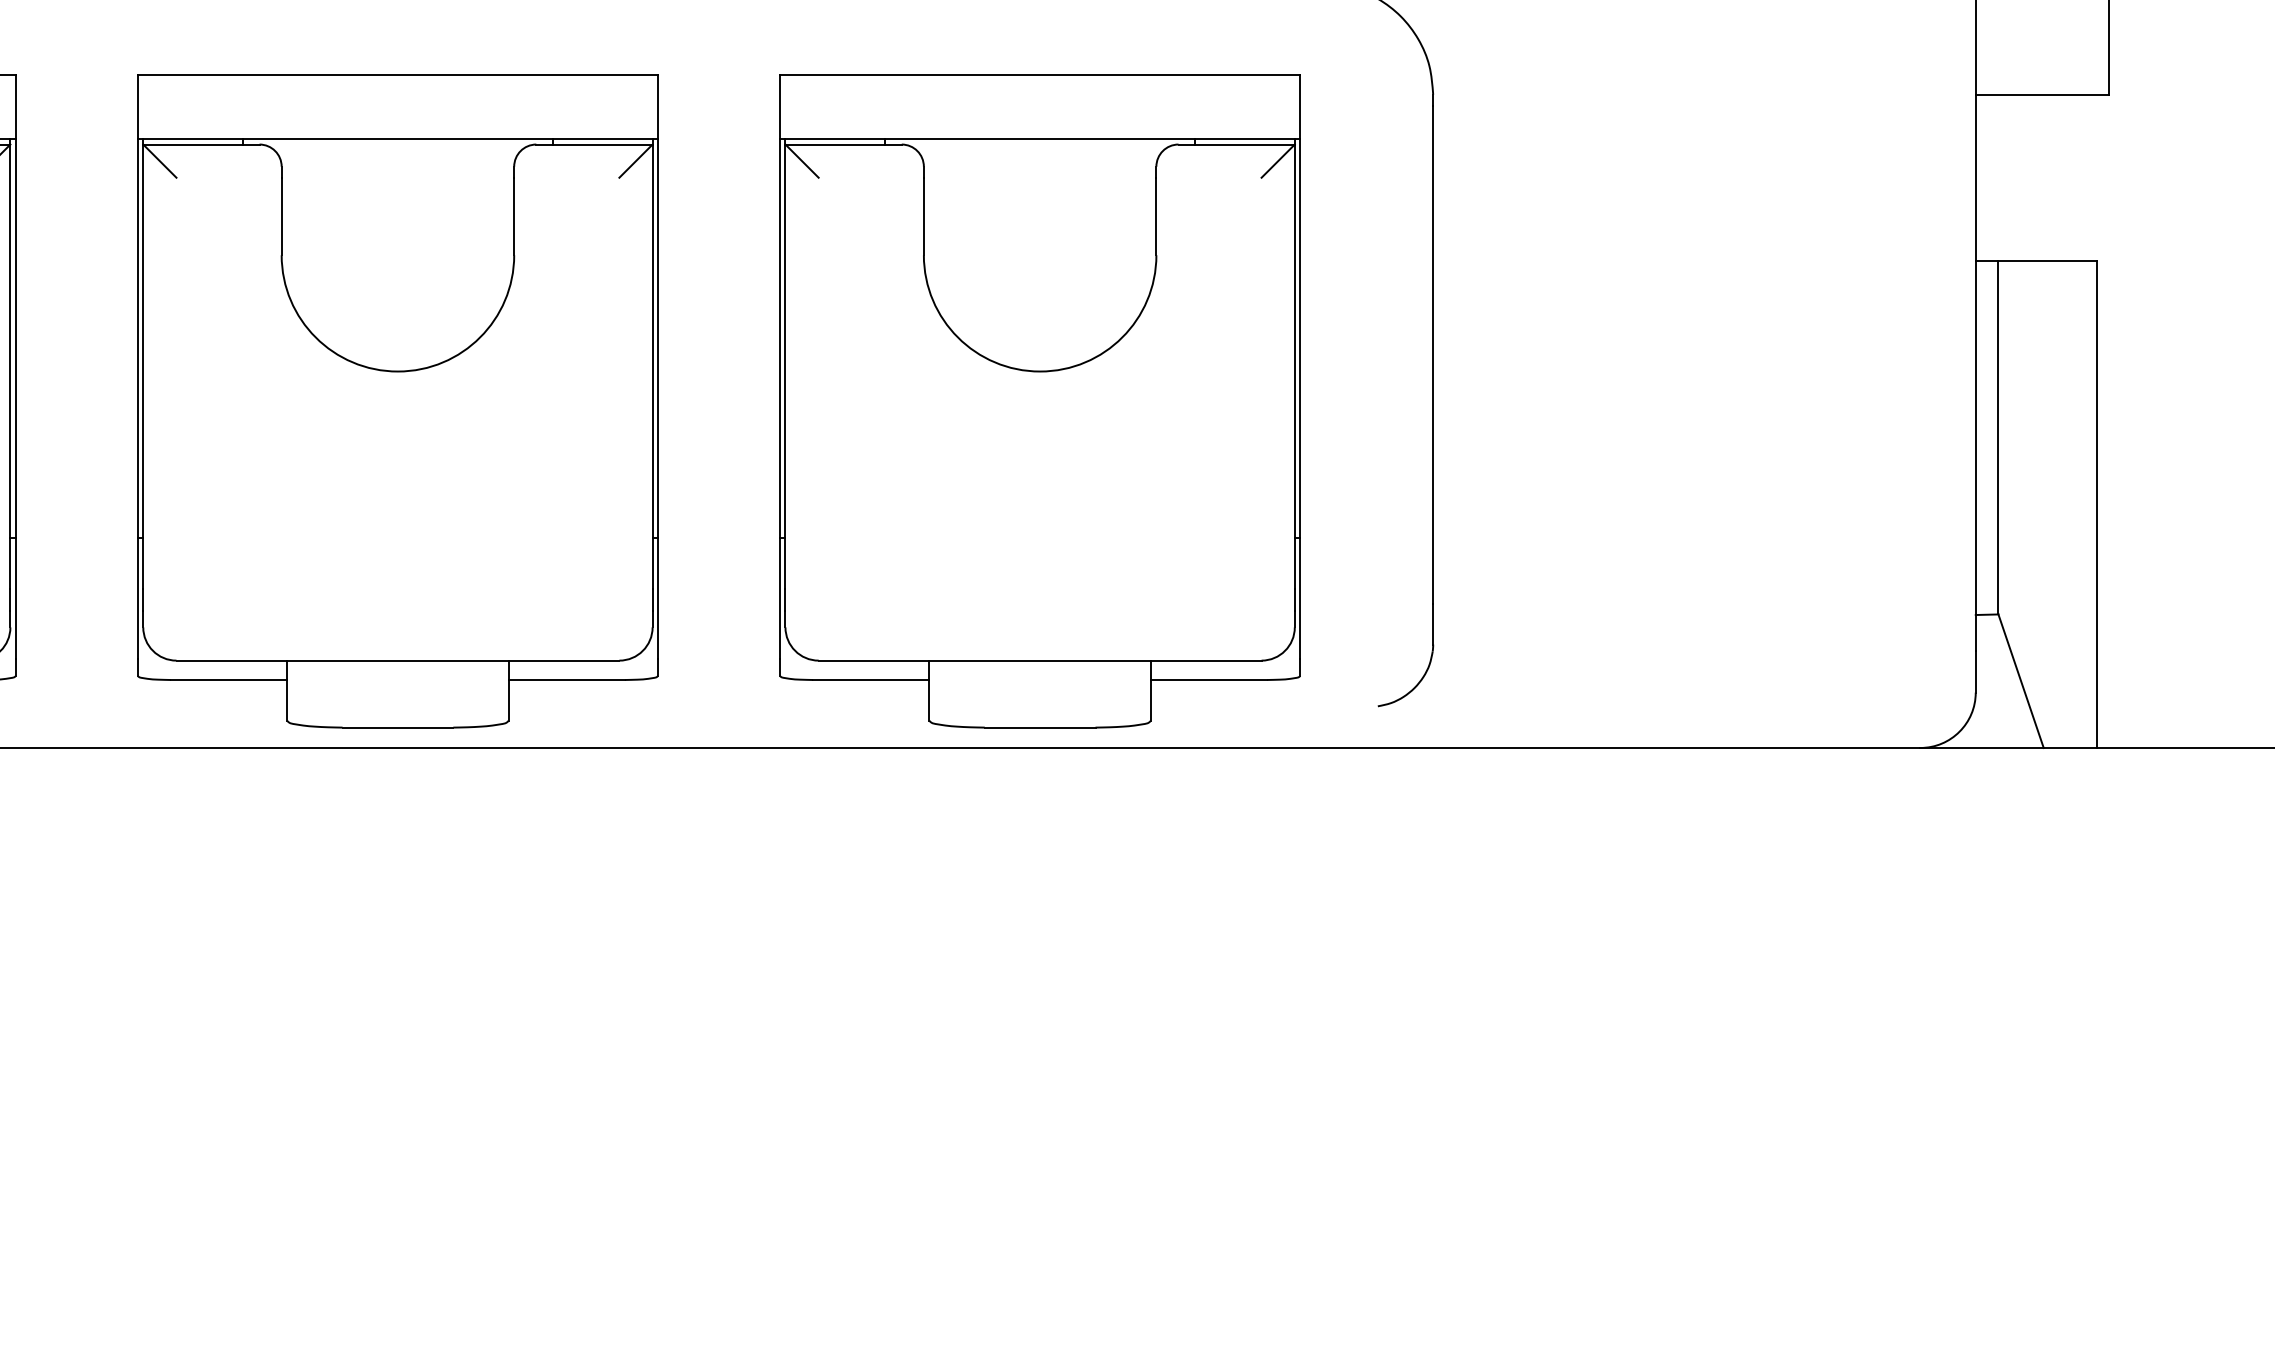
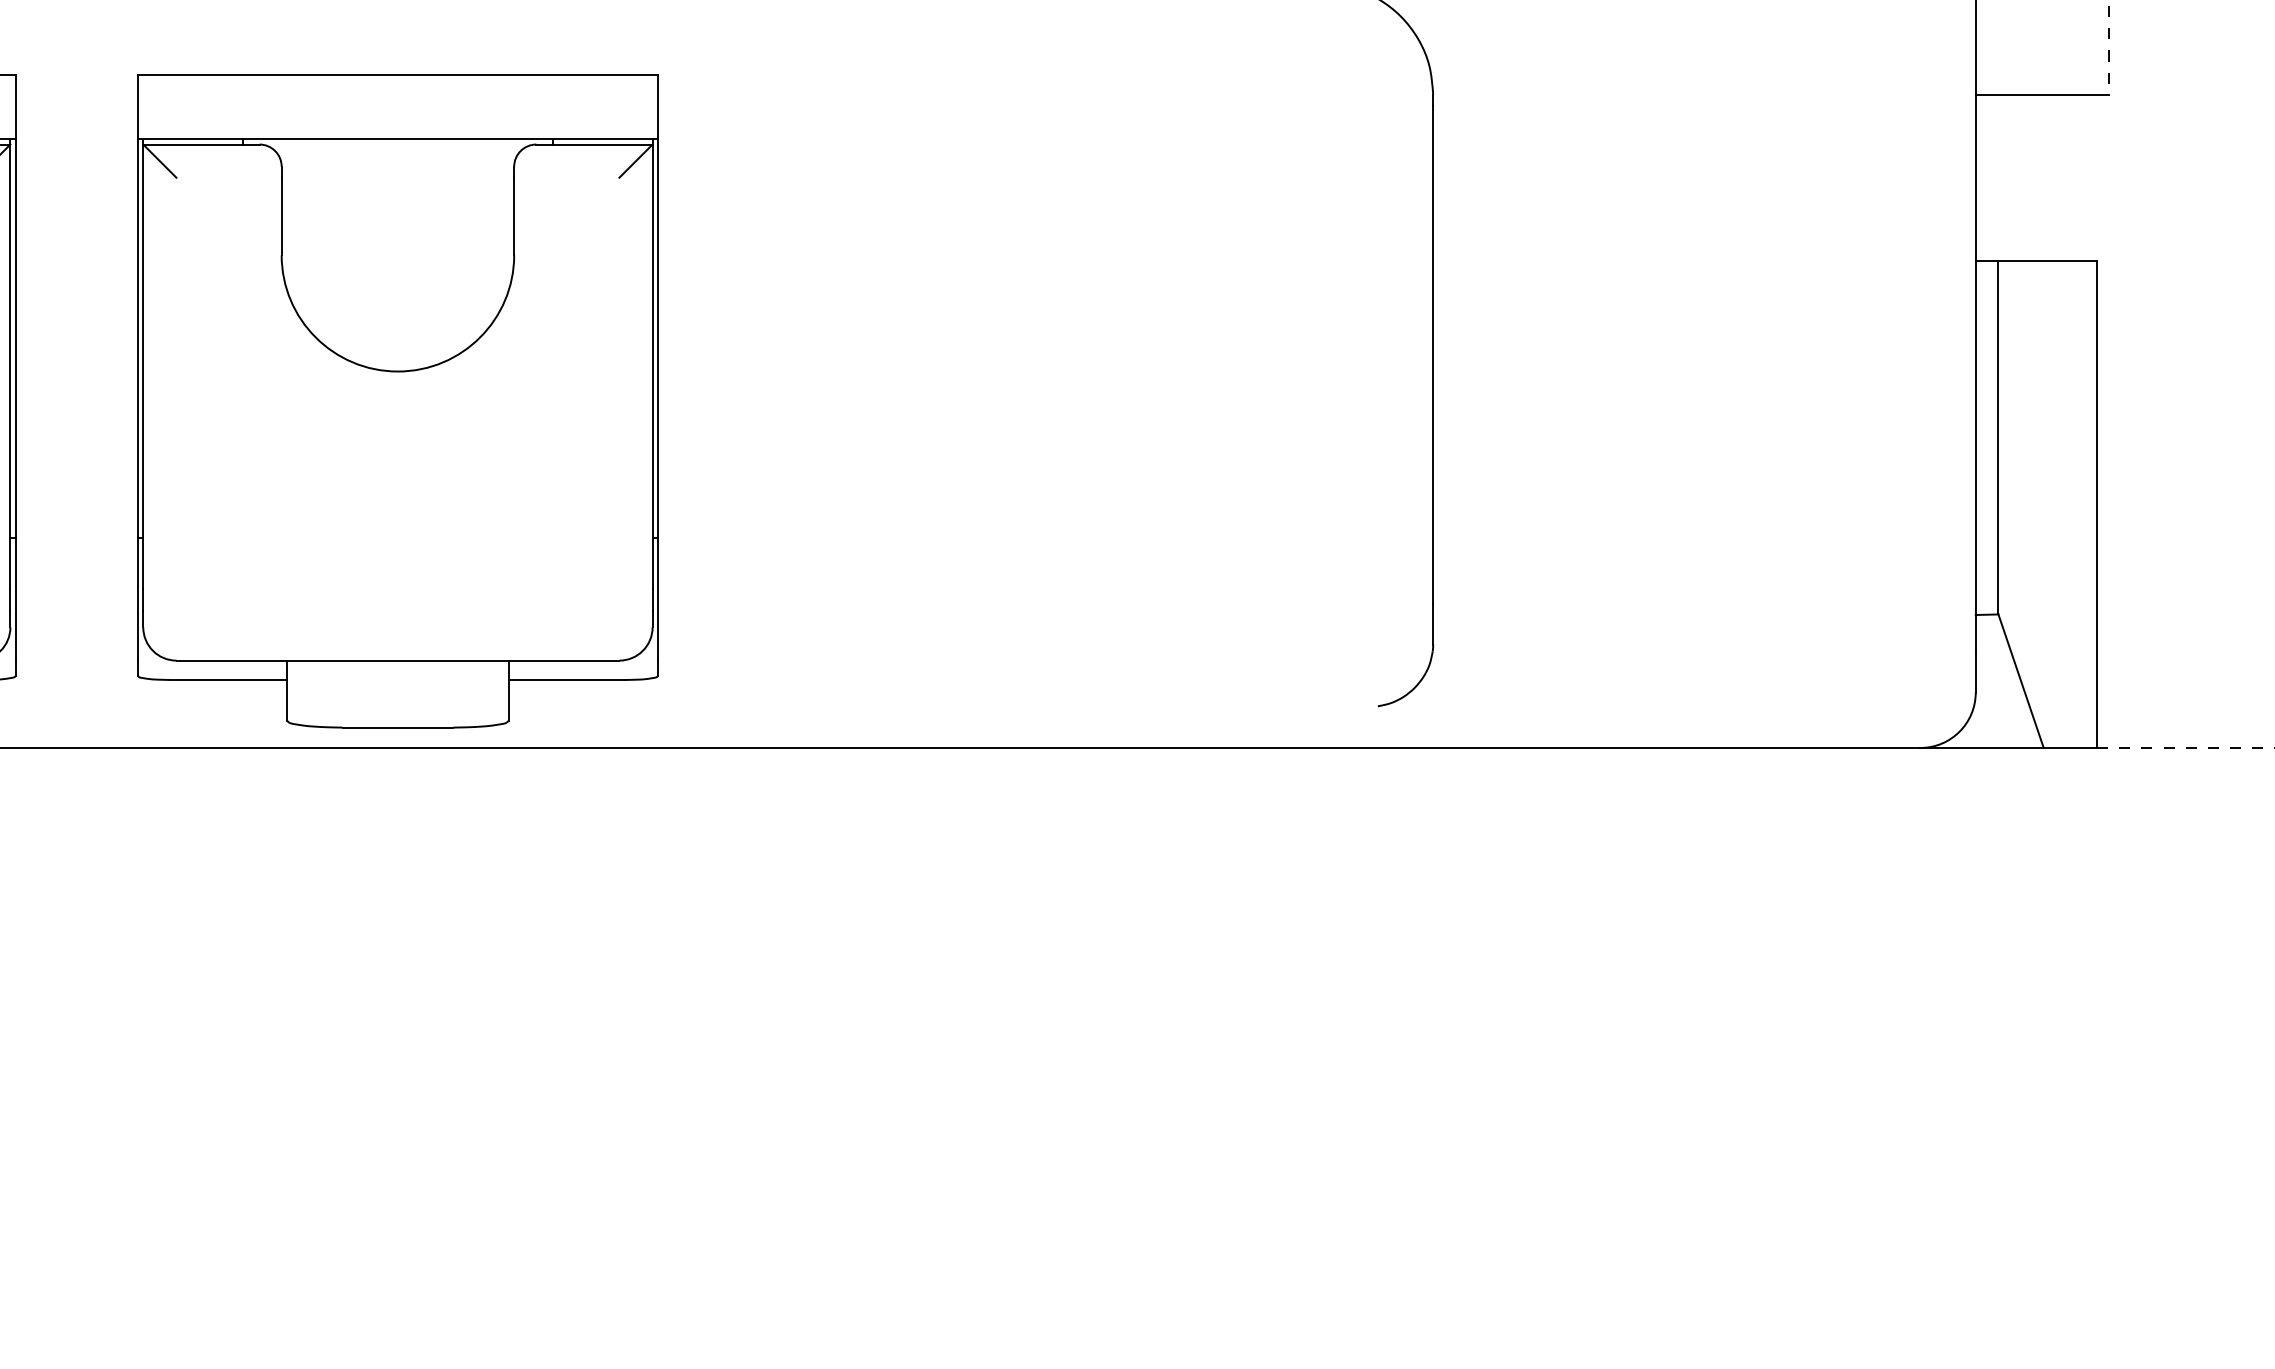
line at (2108, 47): solid -> dashed
part at (1039, 401): present -> none
line at (2186, 747): solid -> dashed
